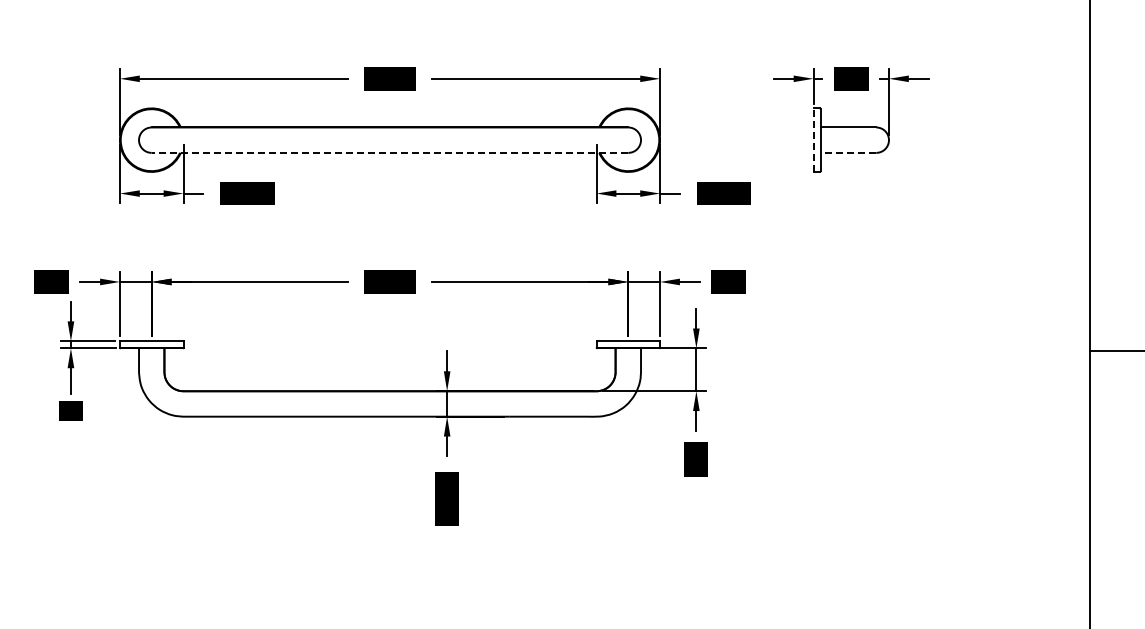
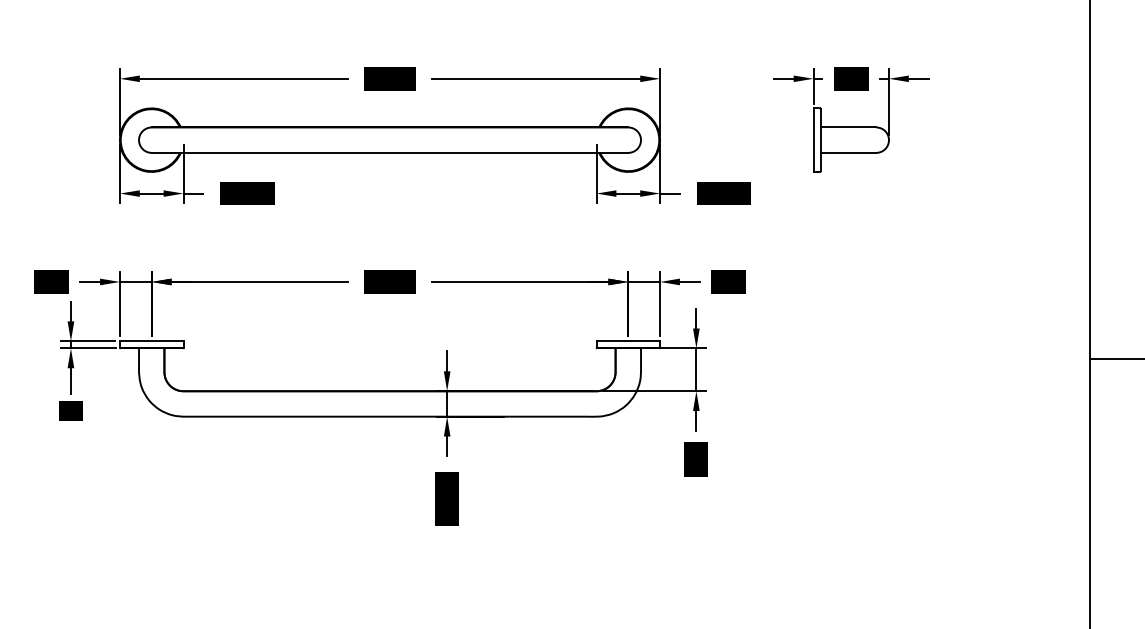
line at (813, 140): dashed -> solid
line at (389, 152): dashed -> solid
line at (848, 152): dashed -> solid
line at (1115, 350) position: (1115, 350) -> (1115, 358)
